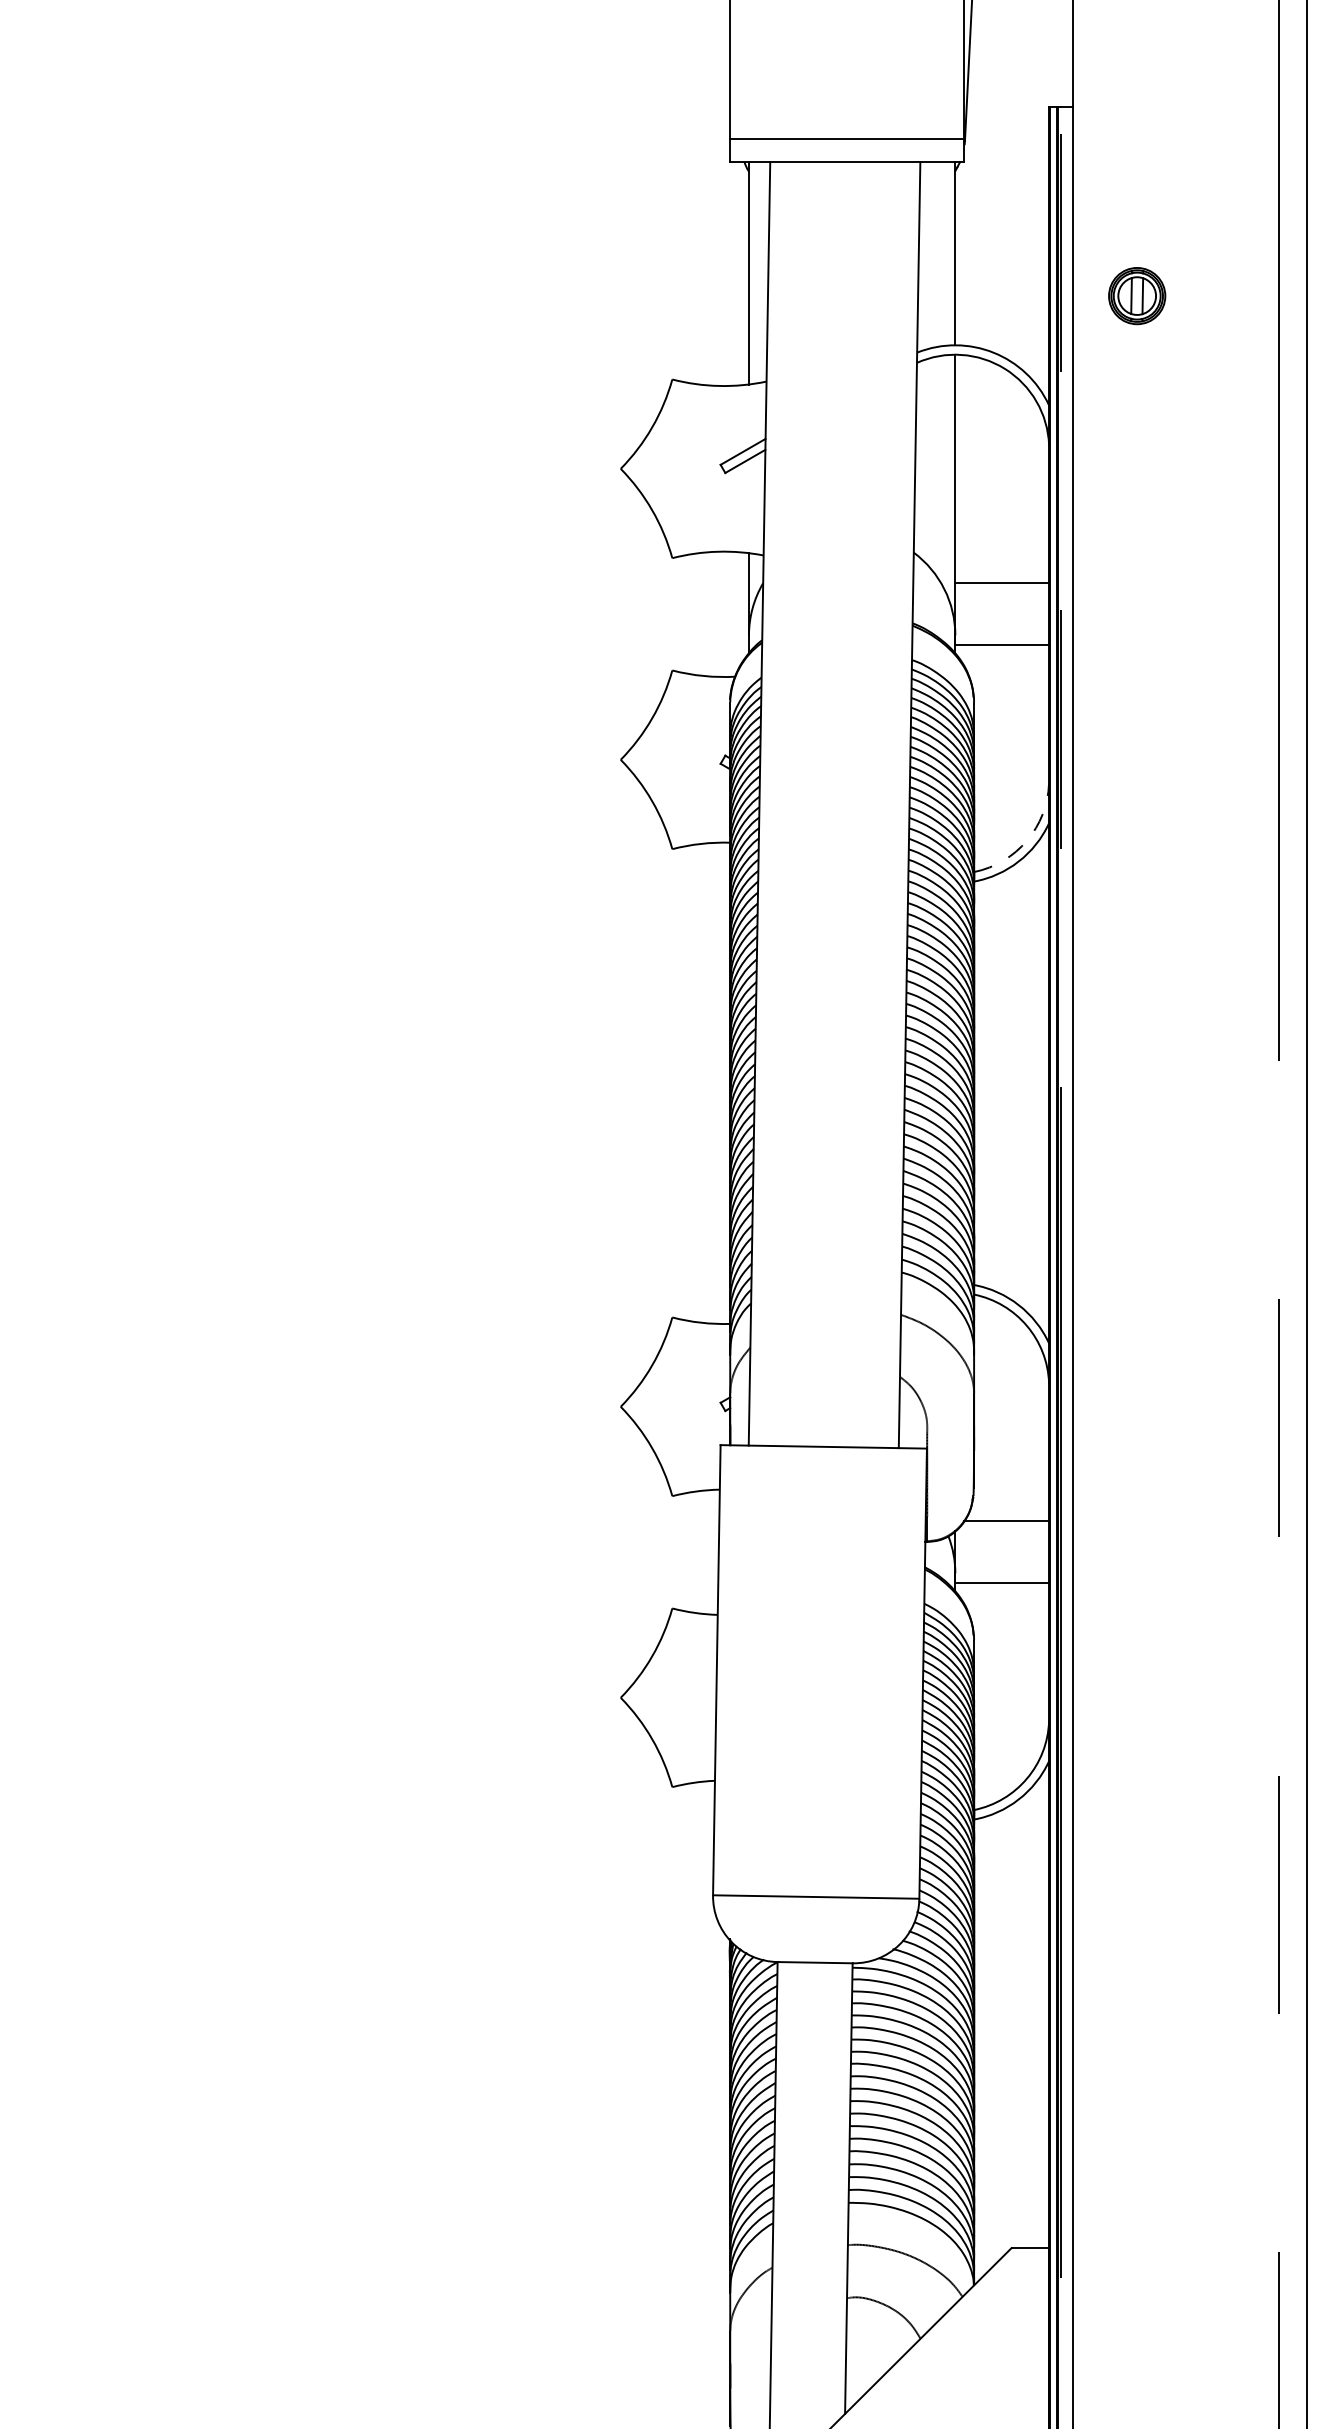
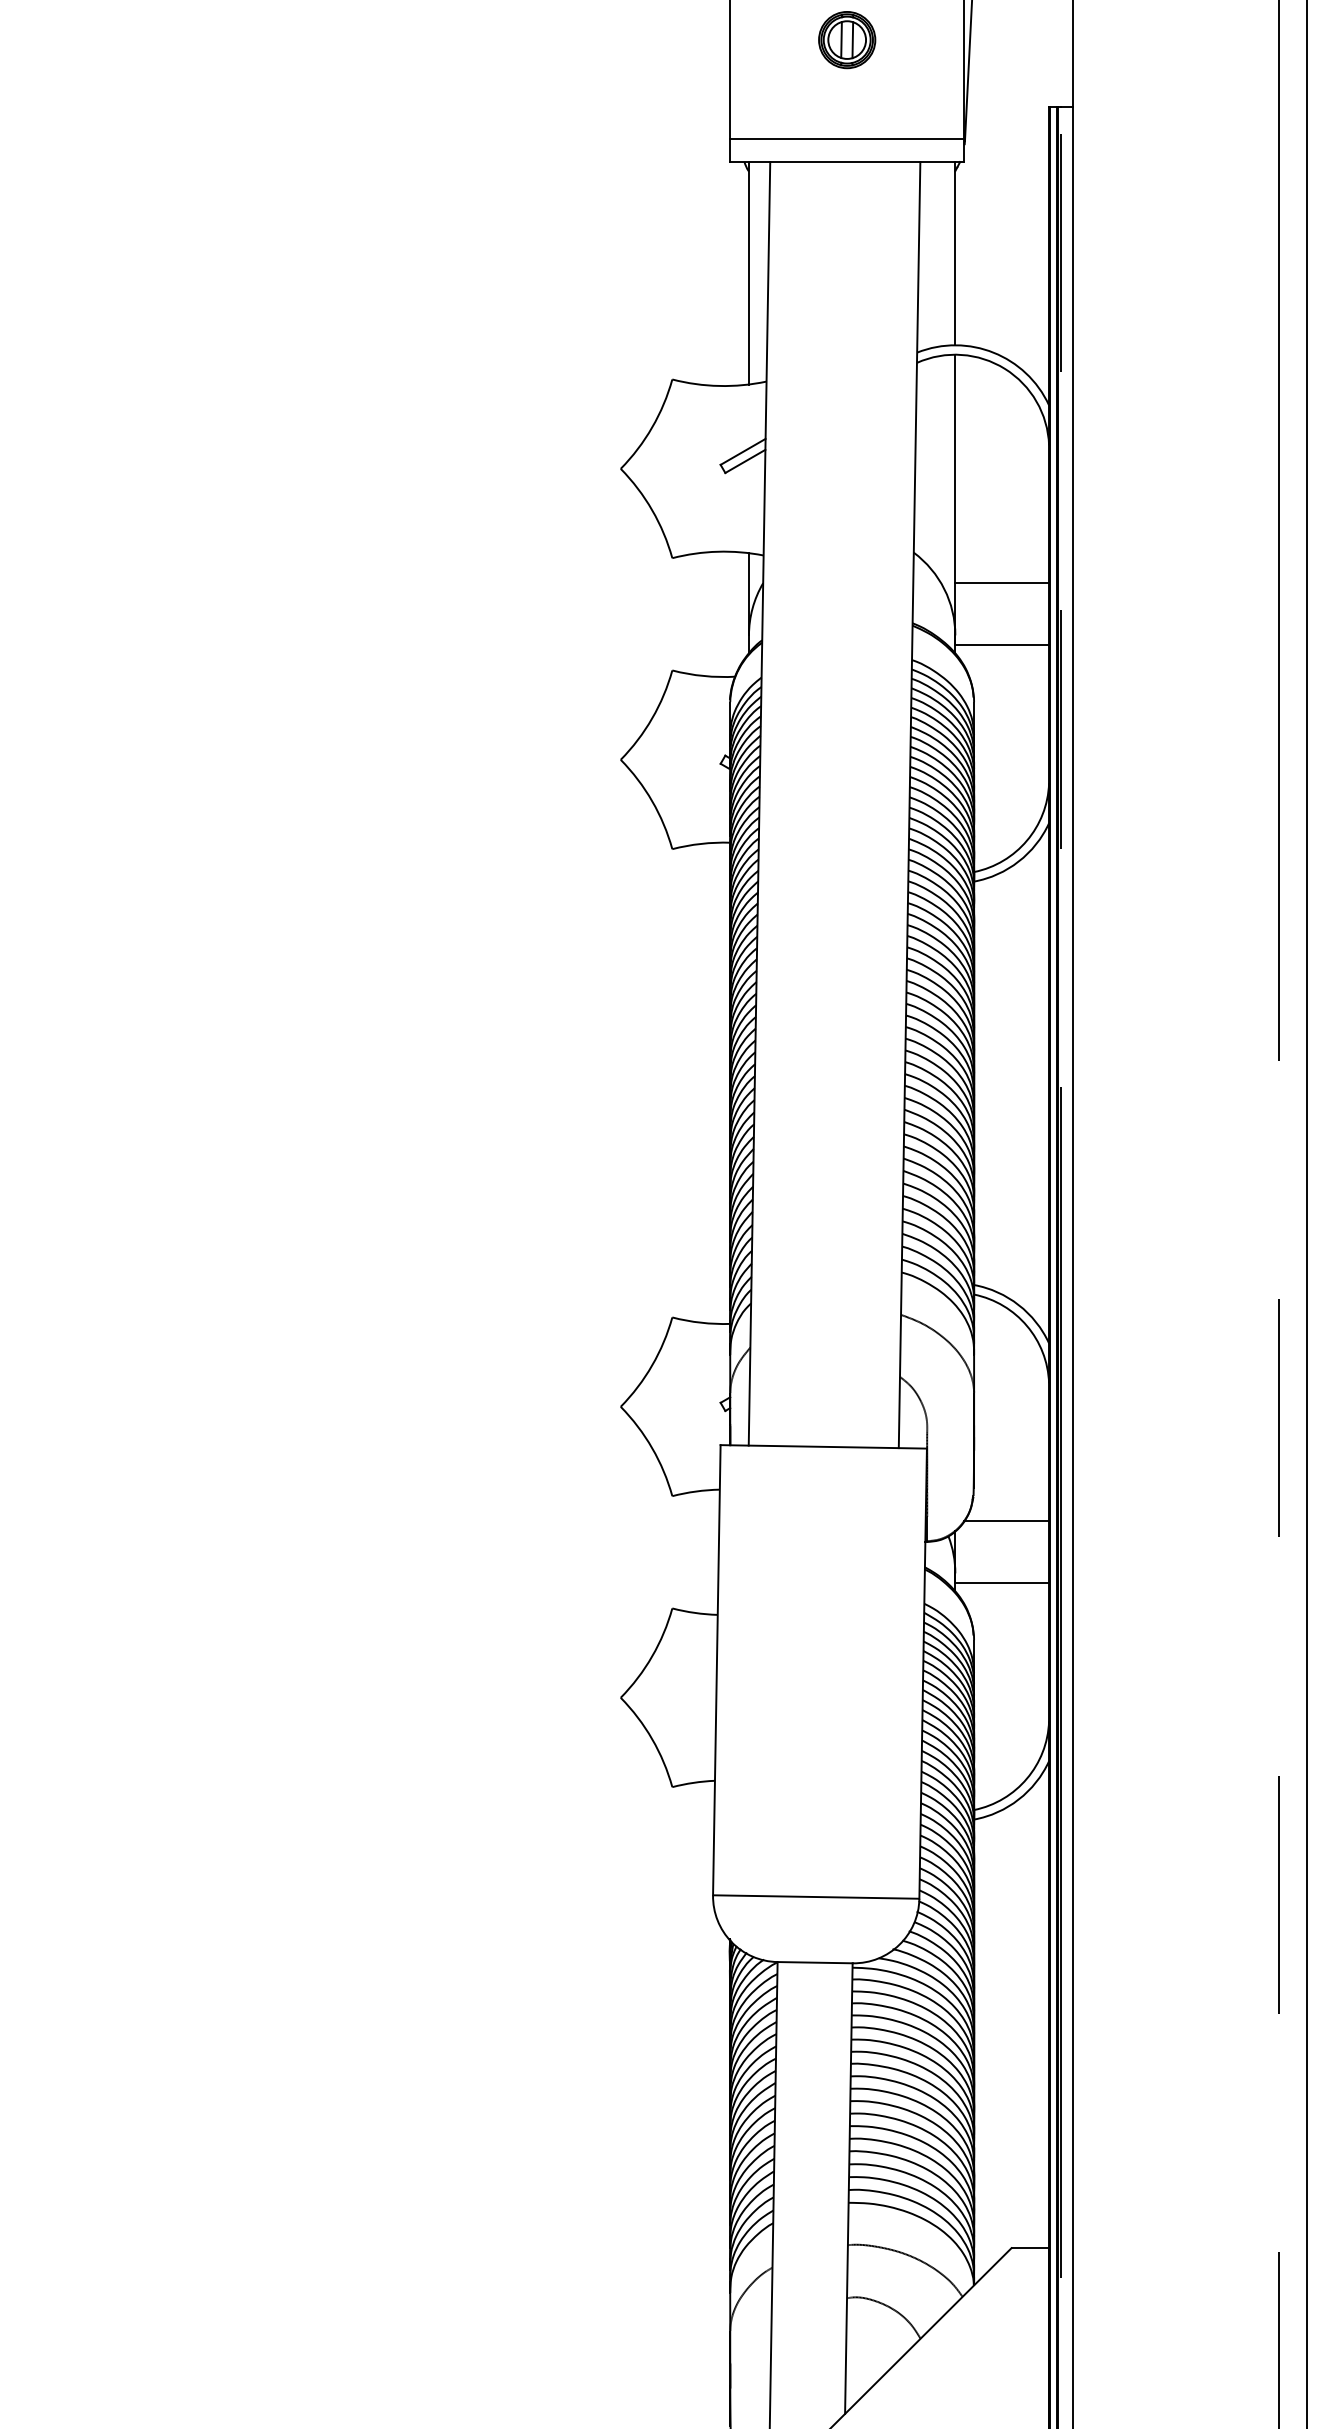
part at (1137, 296) position: (1137, 296) -> (847, 40)
arc at (1026, 840): dashed -> solid
